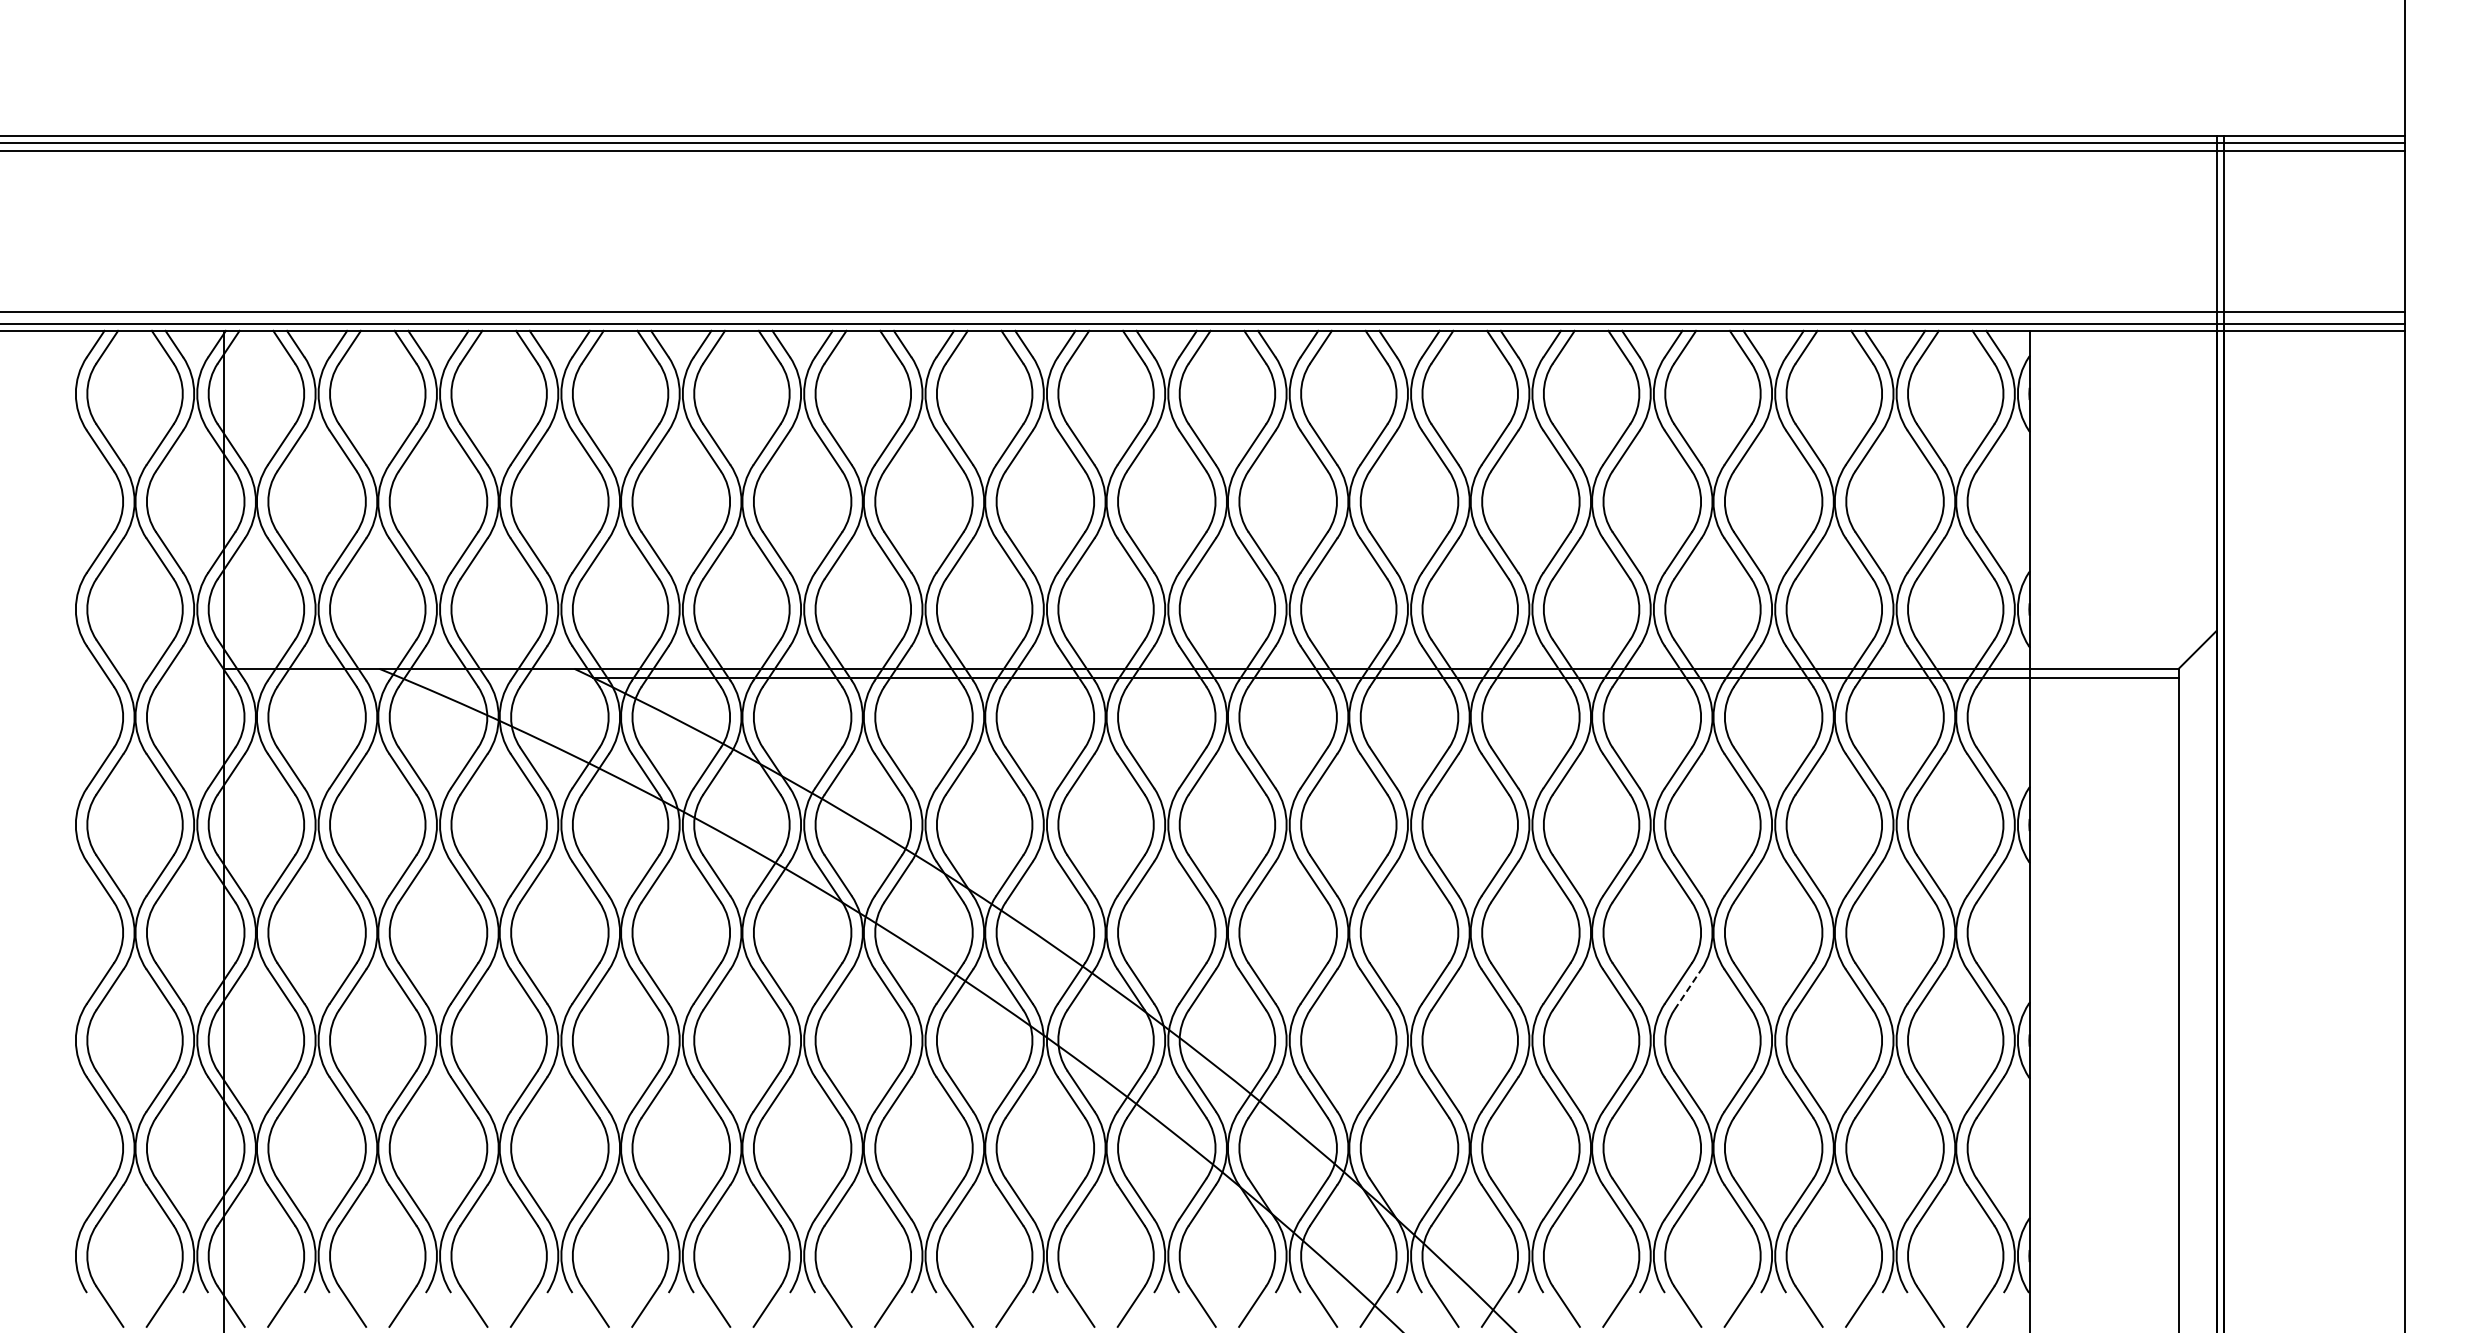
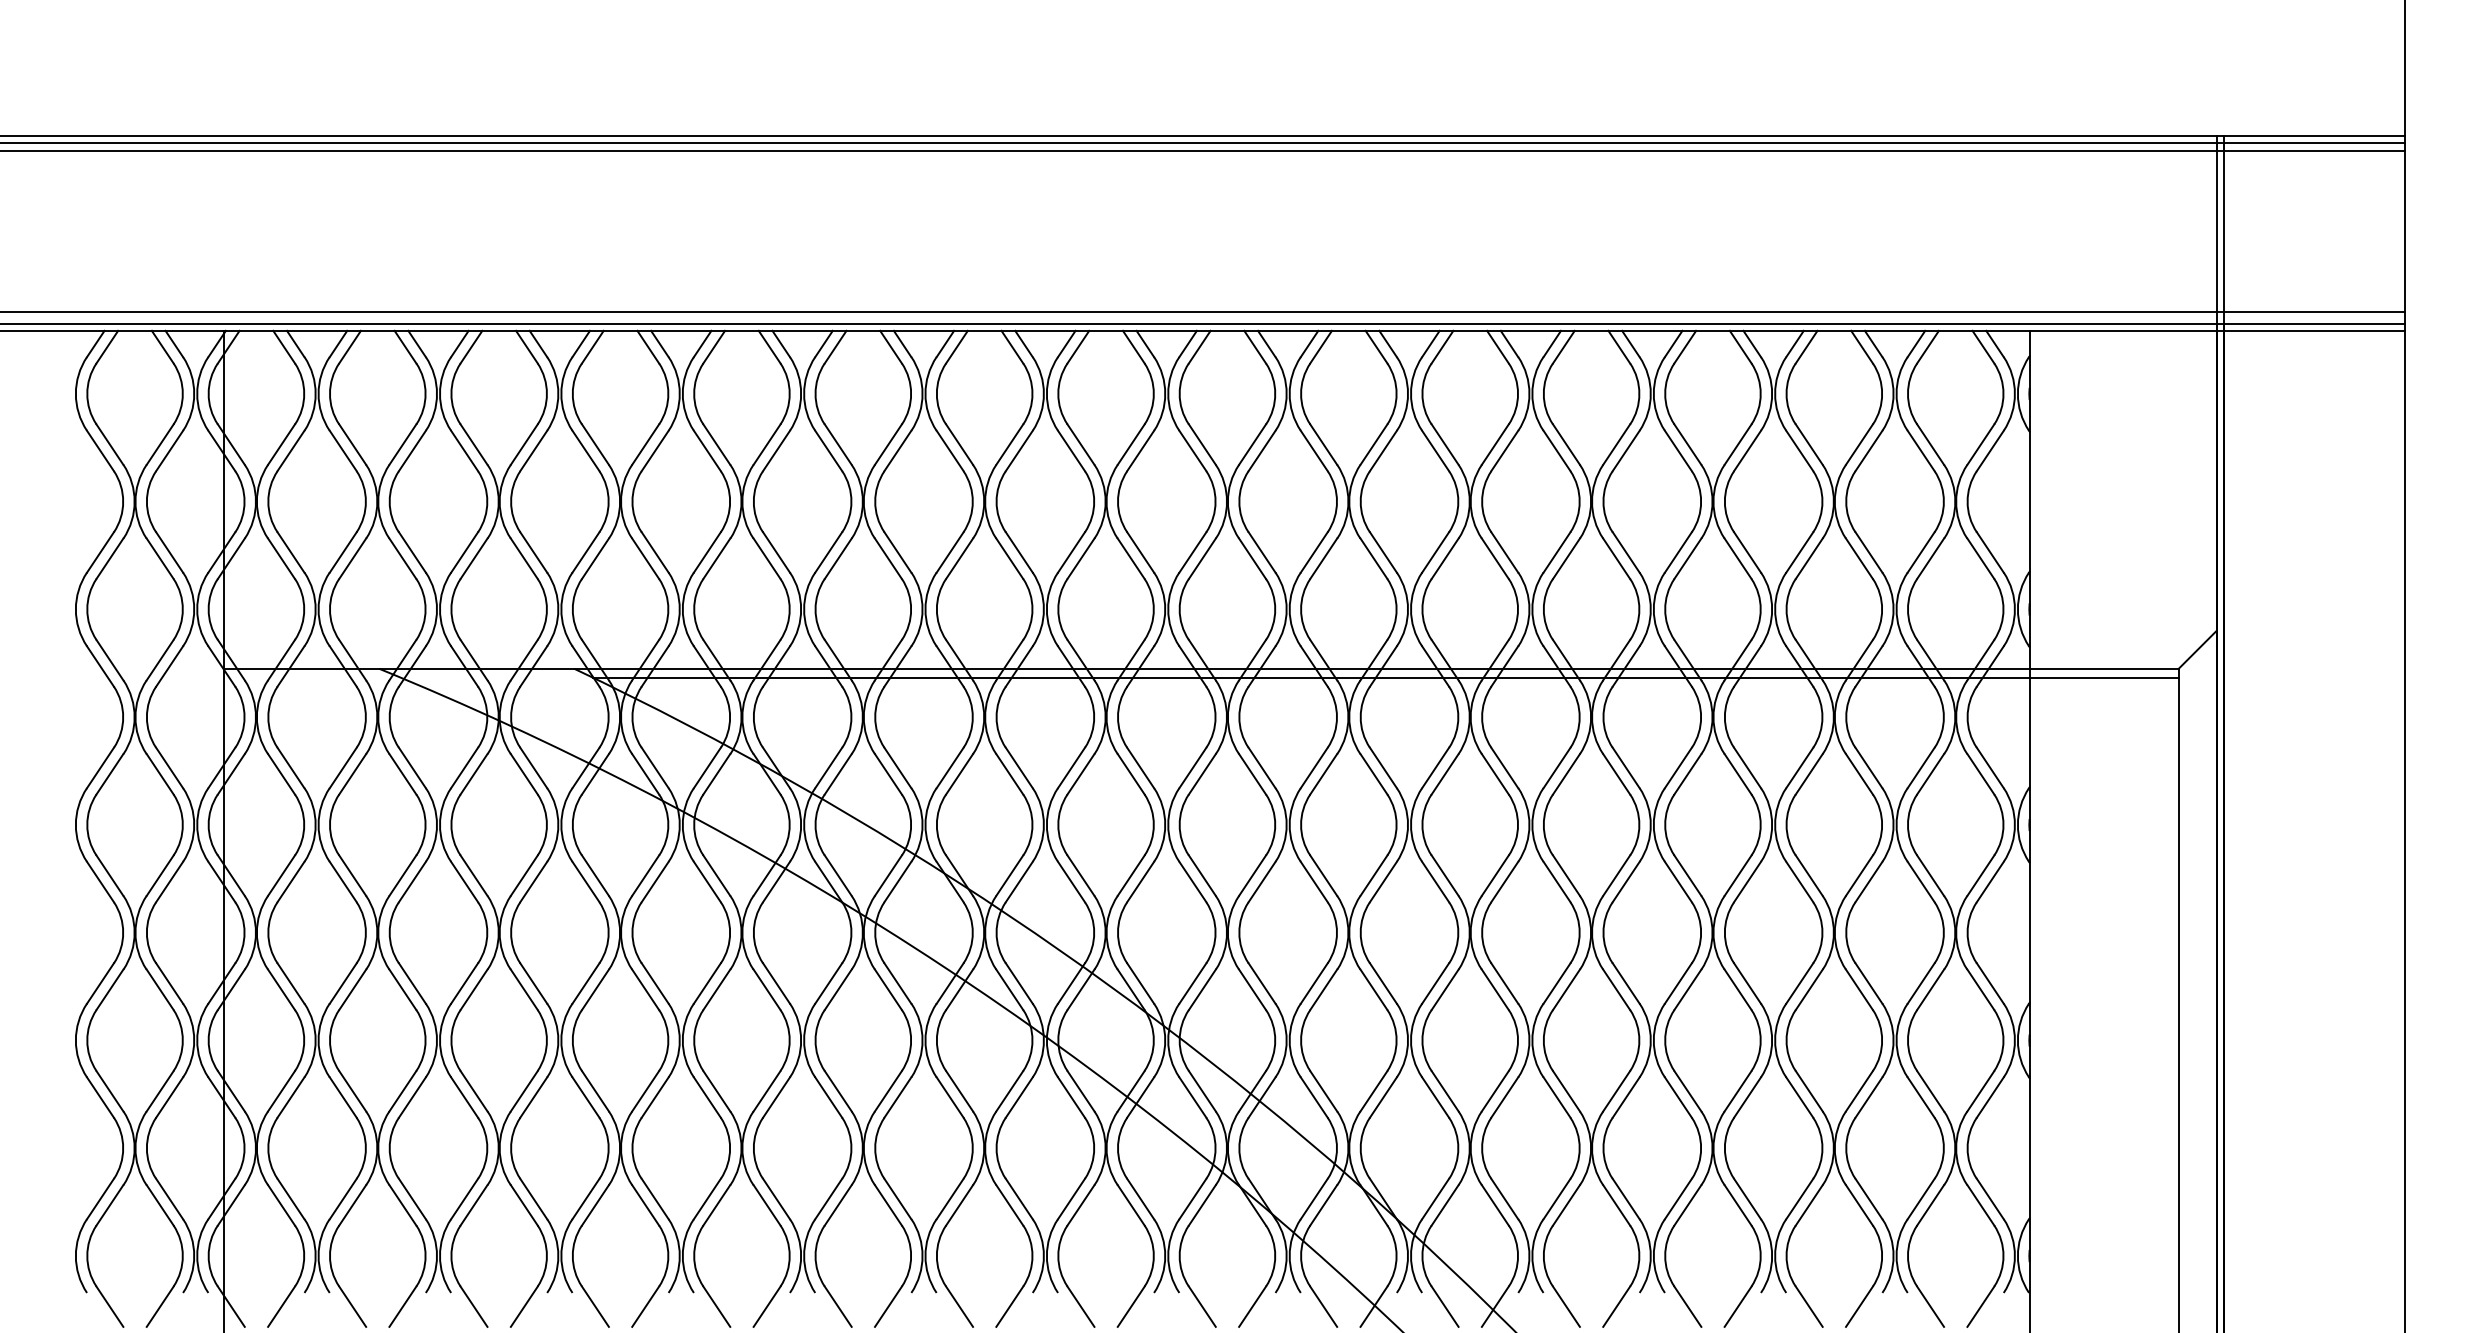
line at (1688, 989): dashed -> solid
